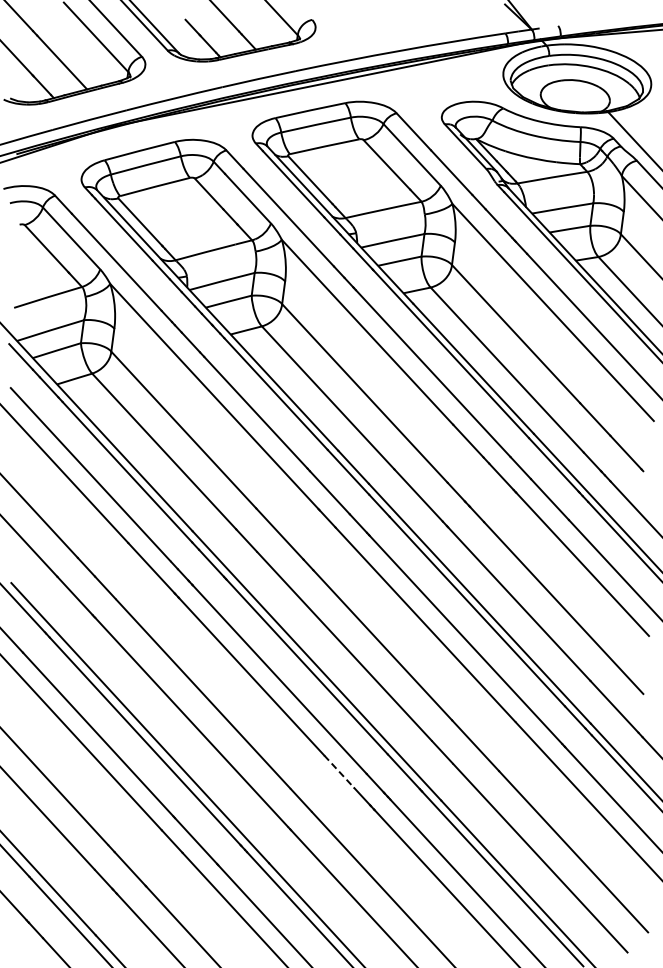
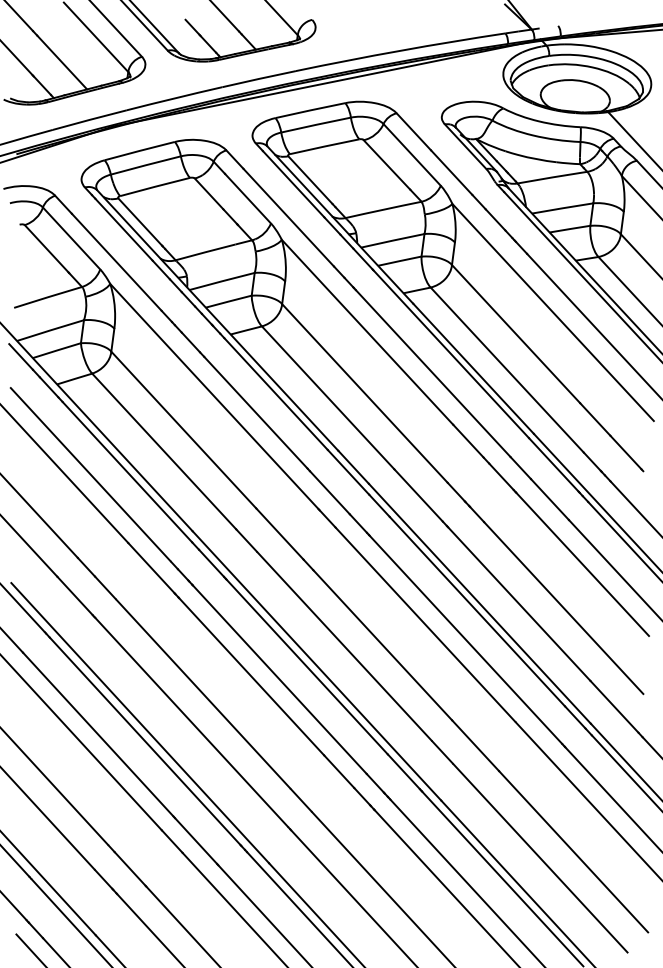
line at (339, 772): dashed -> solid
line at (30, 949): none -> present
